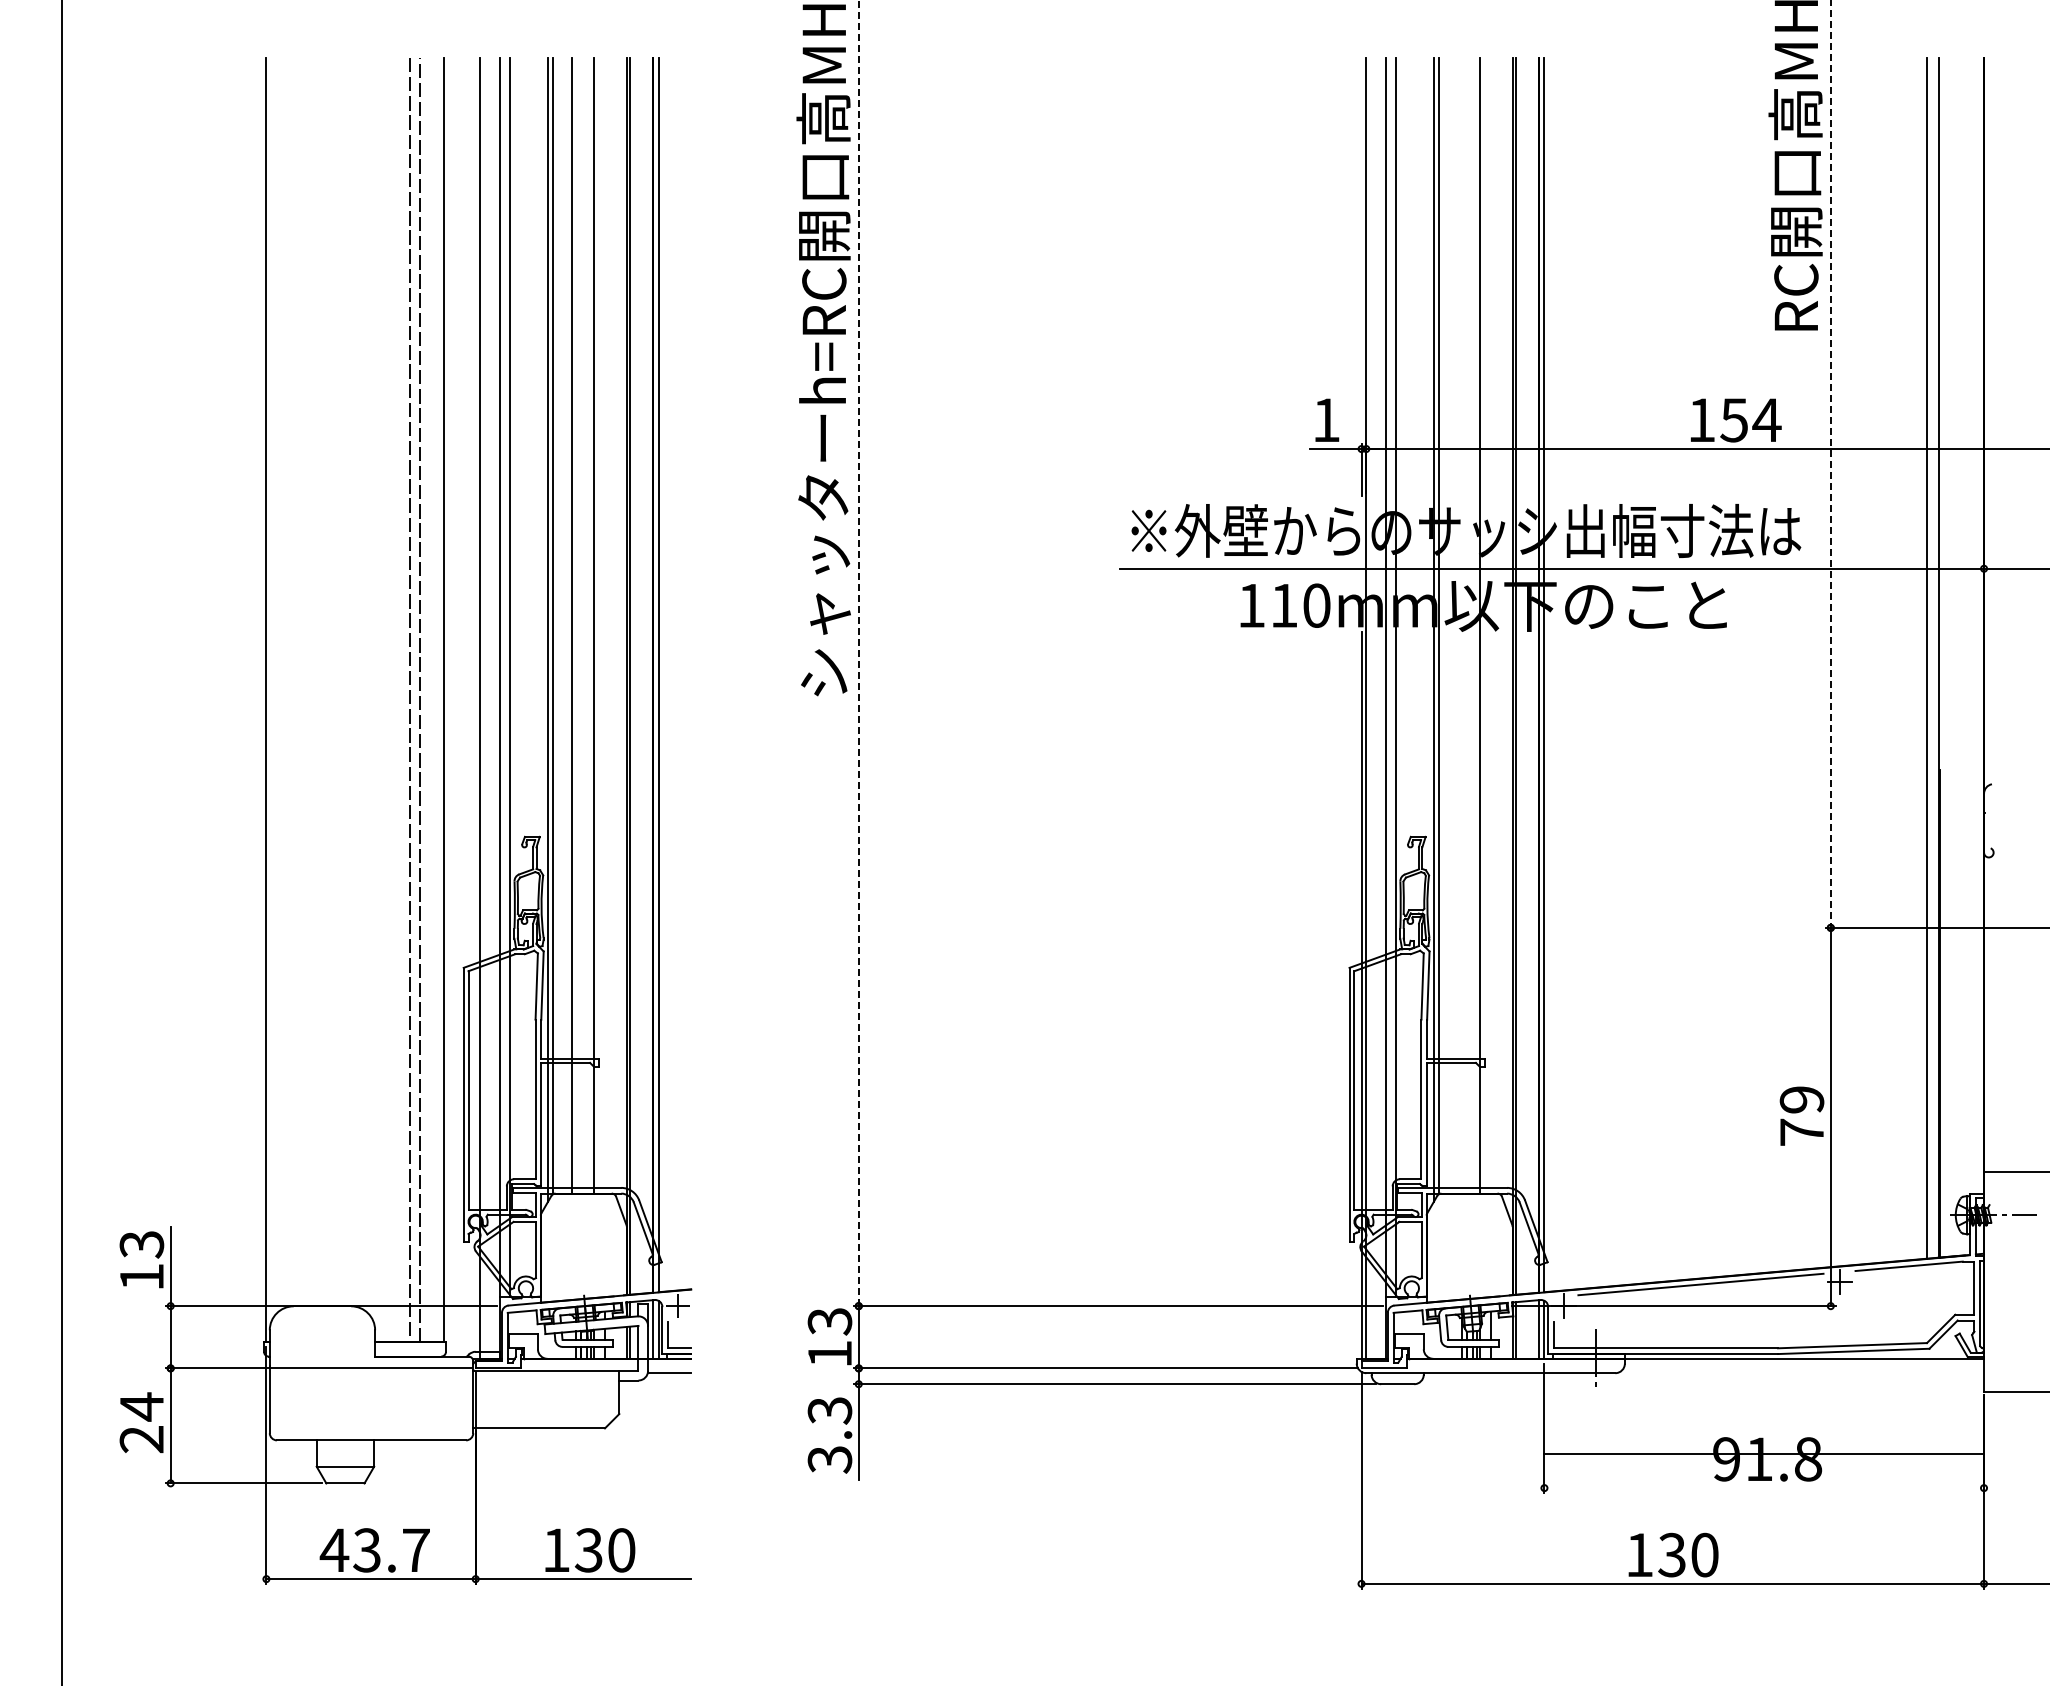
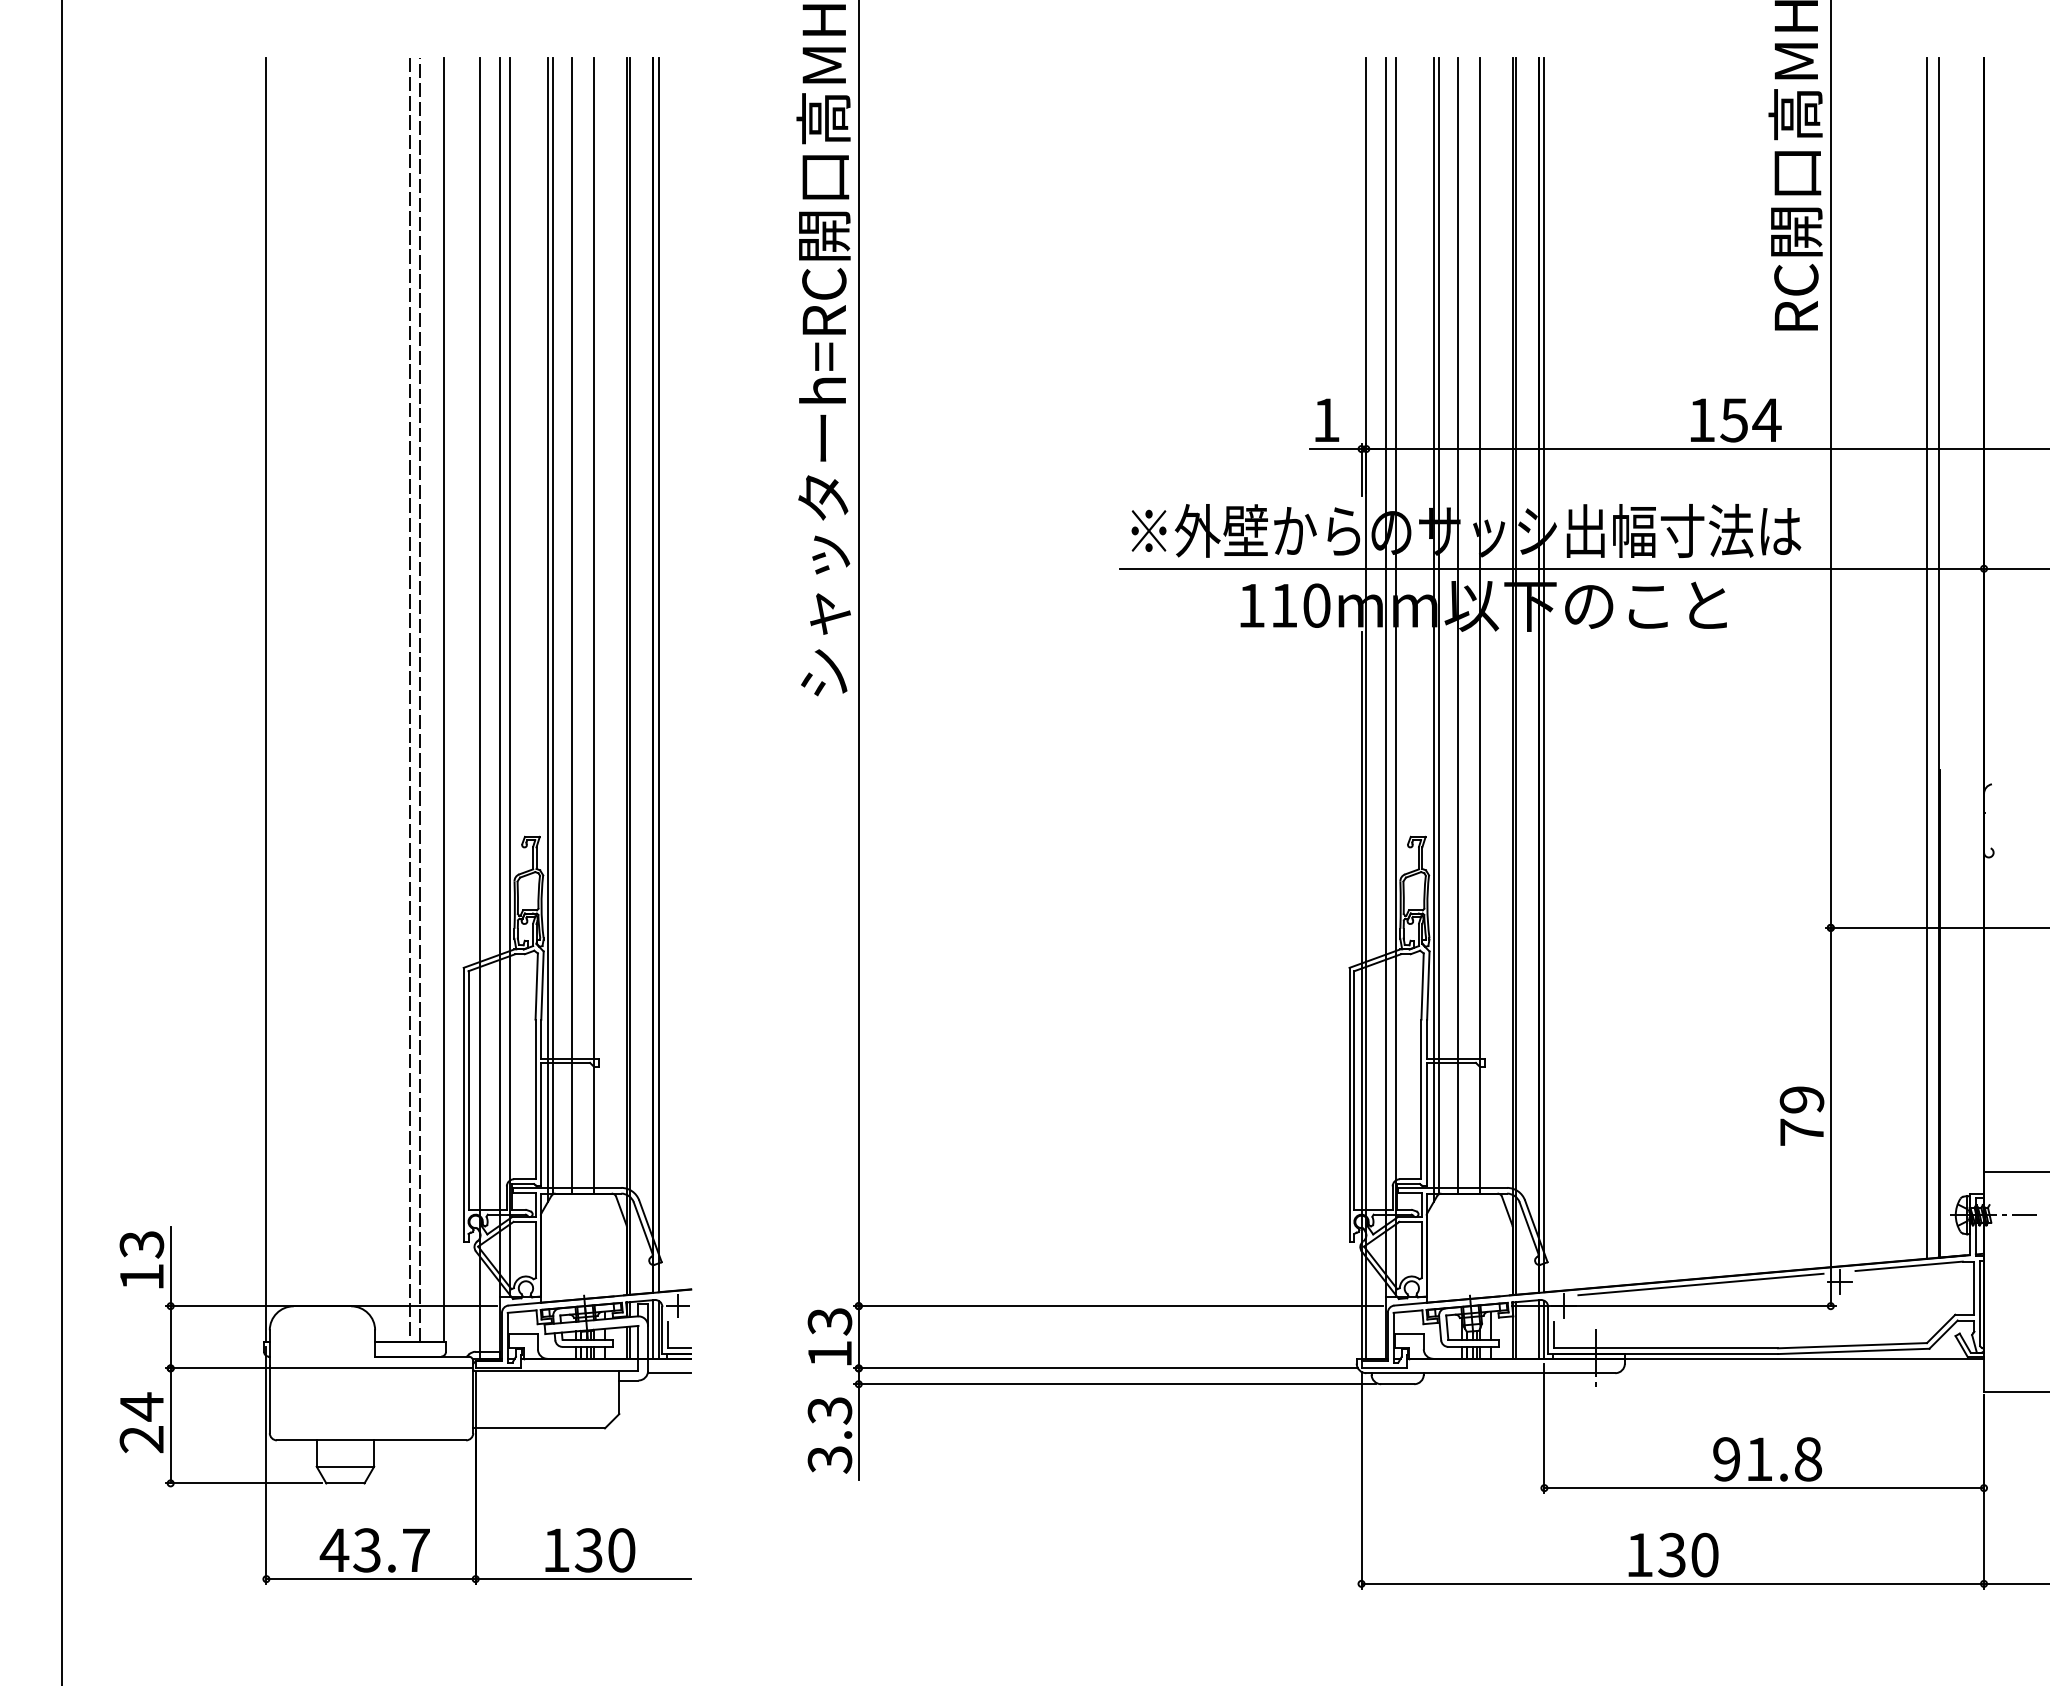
line at (1830, 464): dashed -> solid
line at (1458, 625): none -> present
line at (858, 653): dashed -> solid
line at (1764, 1454) position: (1764, 1454) -> (1764, 1488)
